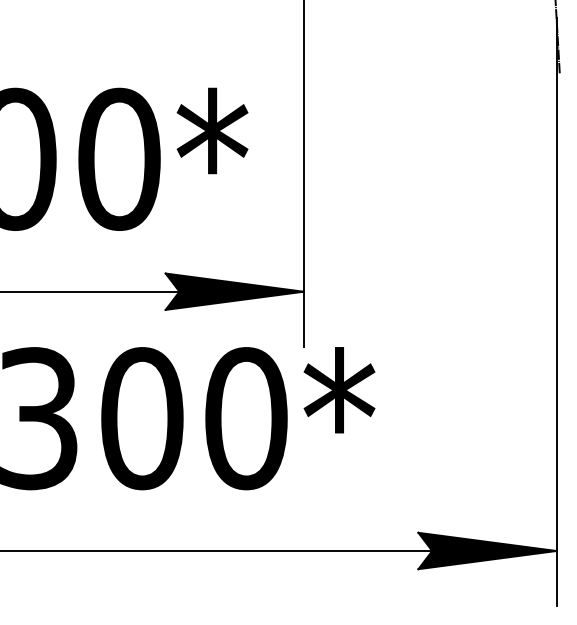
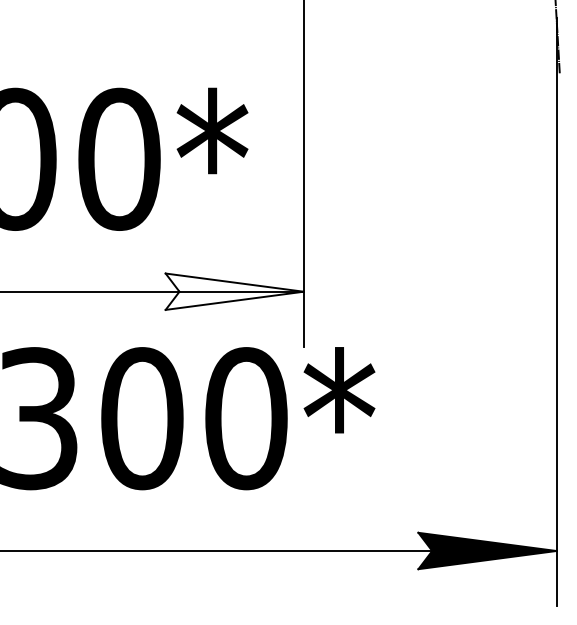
fill at (234, 291): present -> none
